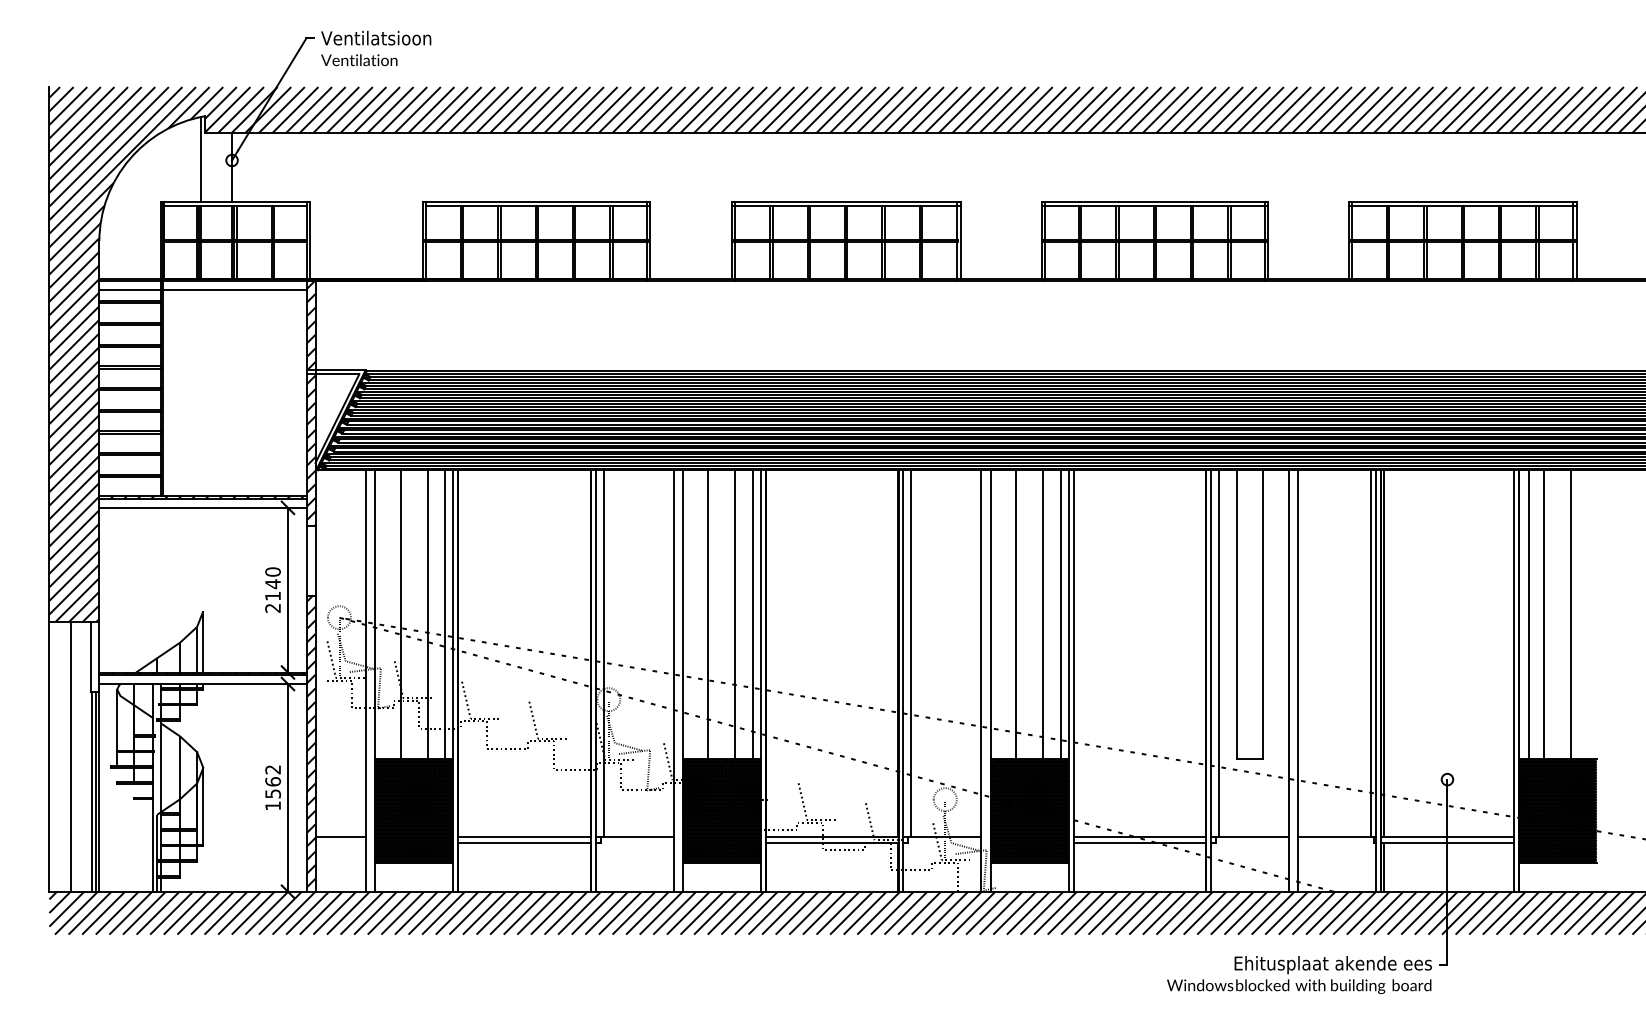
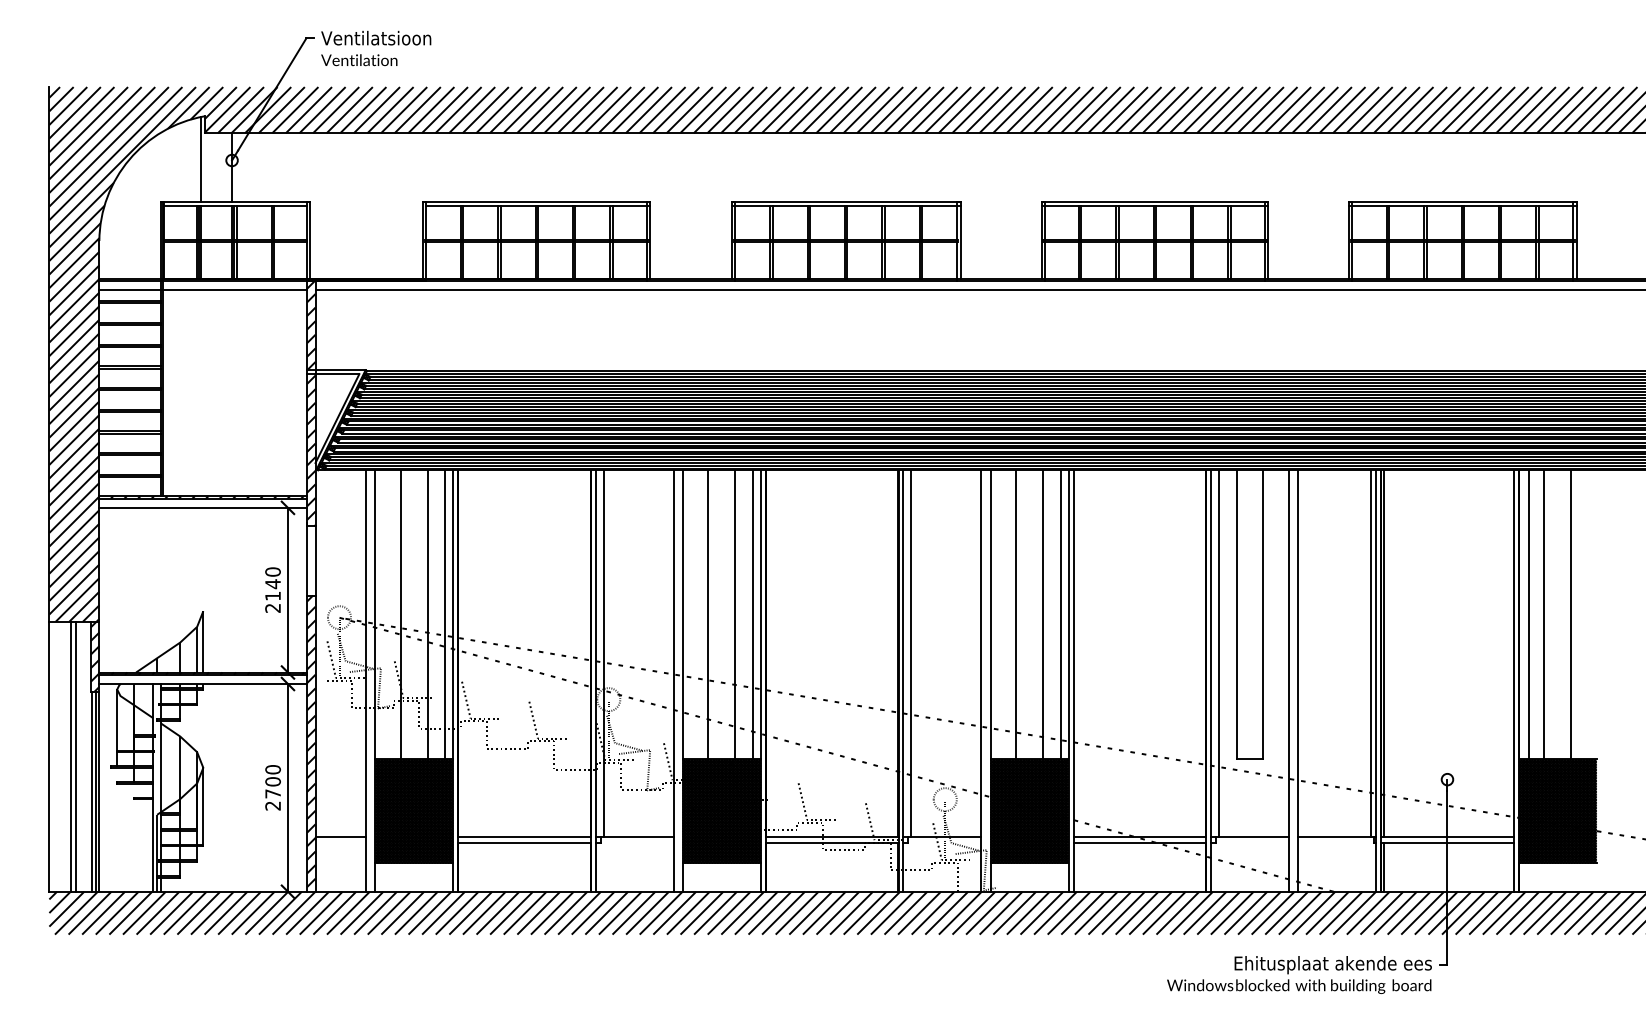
line at (978, 290): none -> present
hatch at (94, 656): none -> present
line at (76, 756): none -> present
text at (273, 787): 1562 -> 2700
